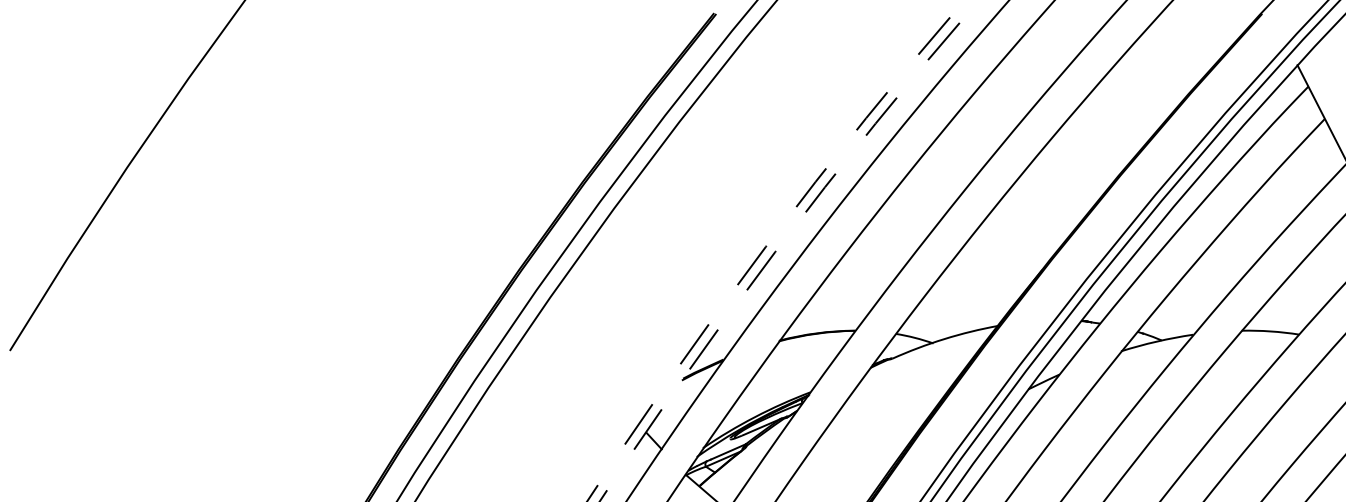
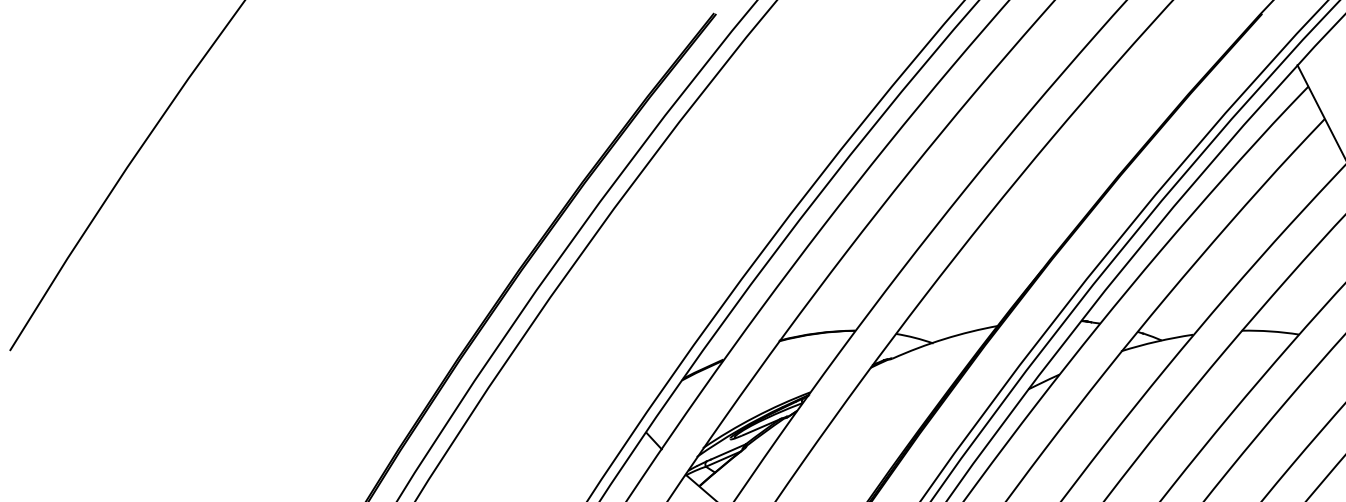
arc at (780, 244): dashed -> solid
arc at (766, 245): dashed -> solid
